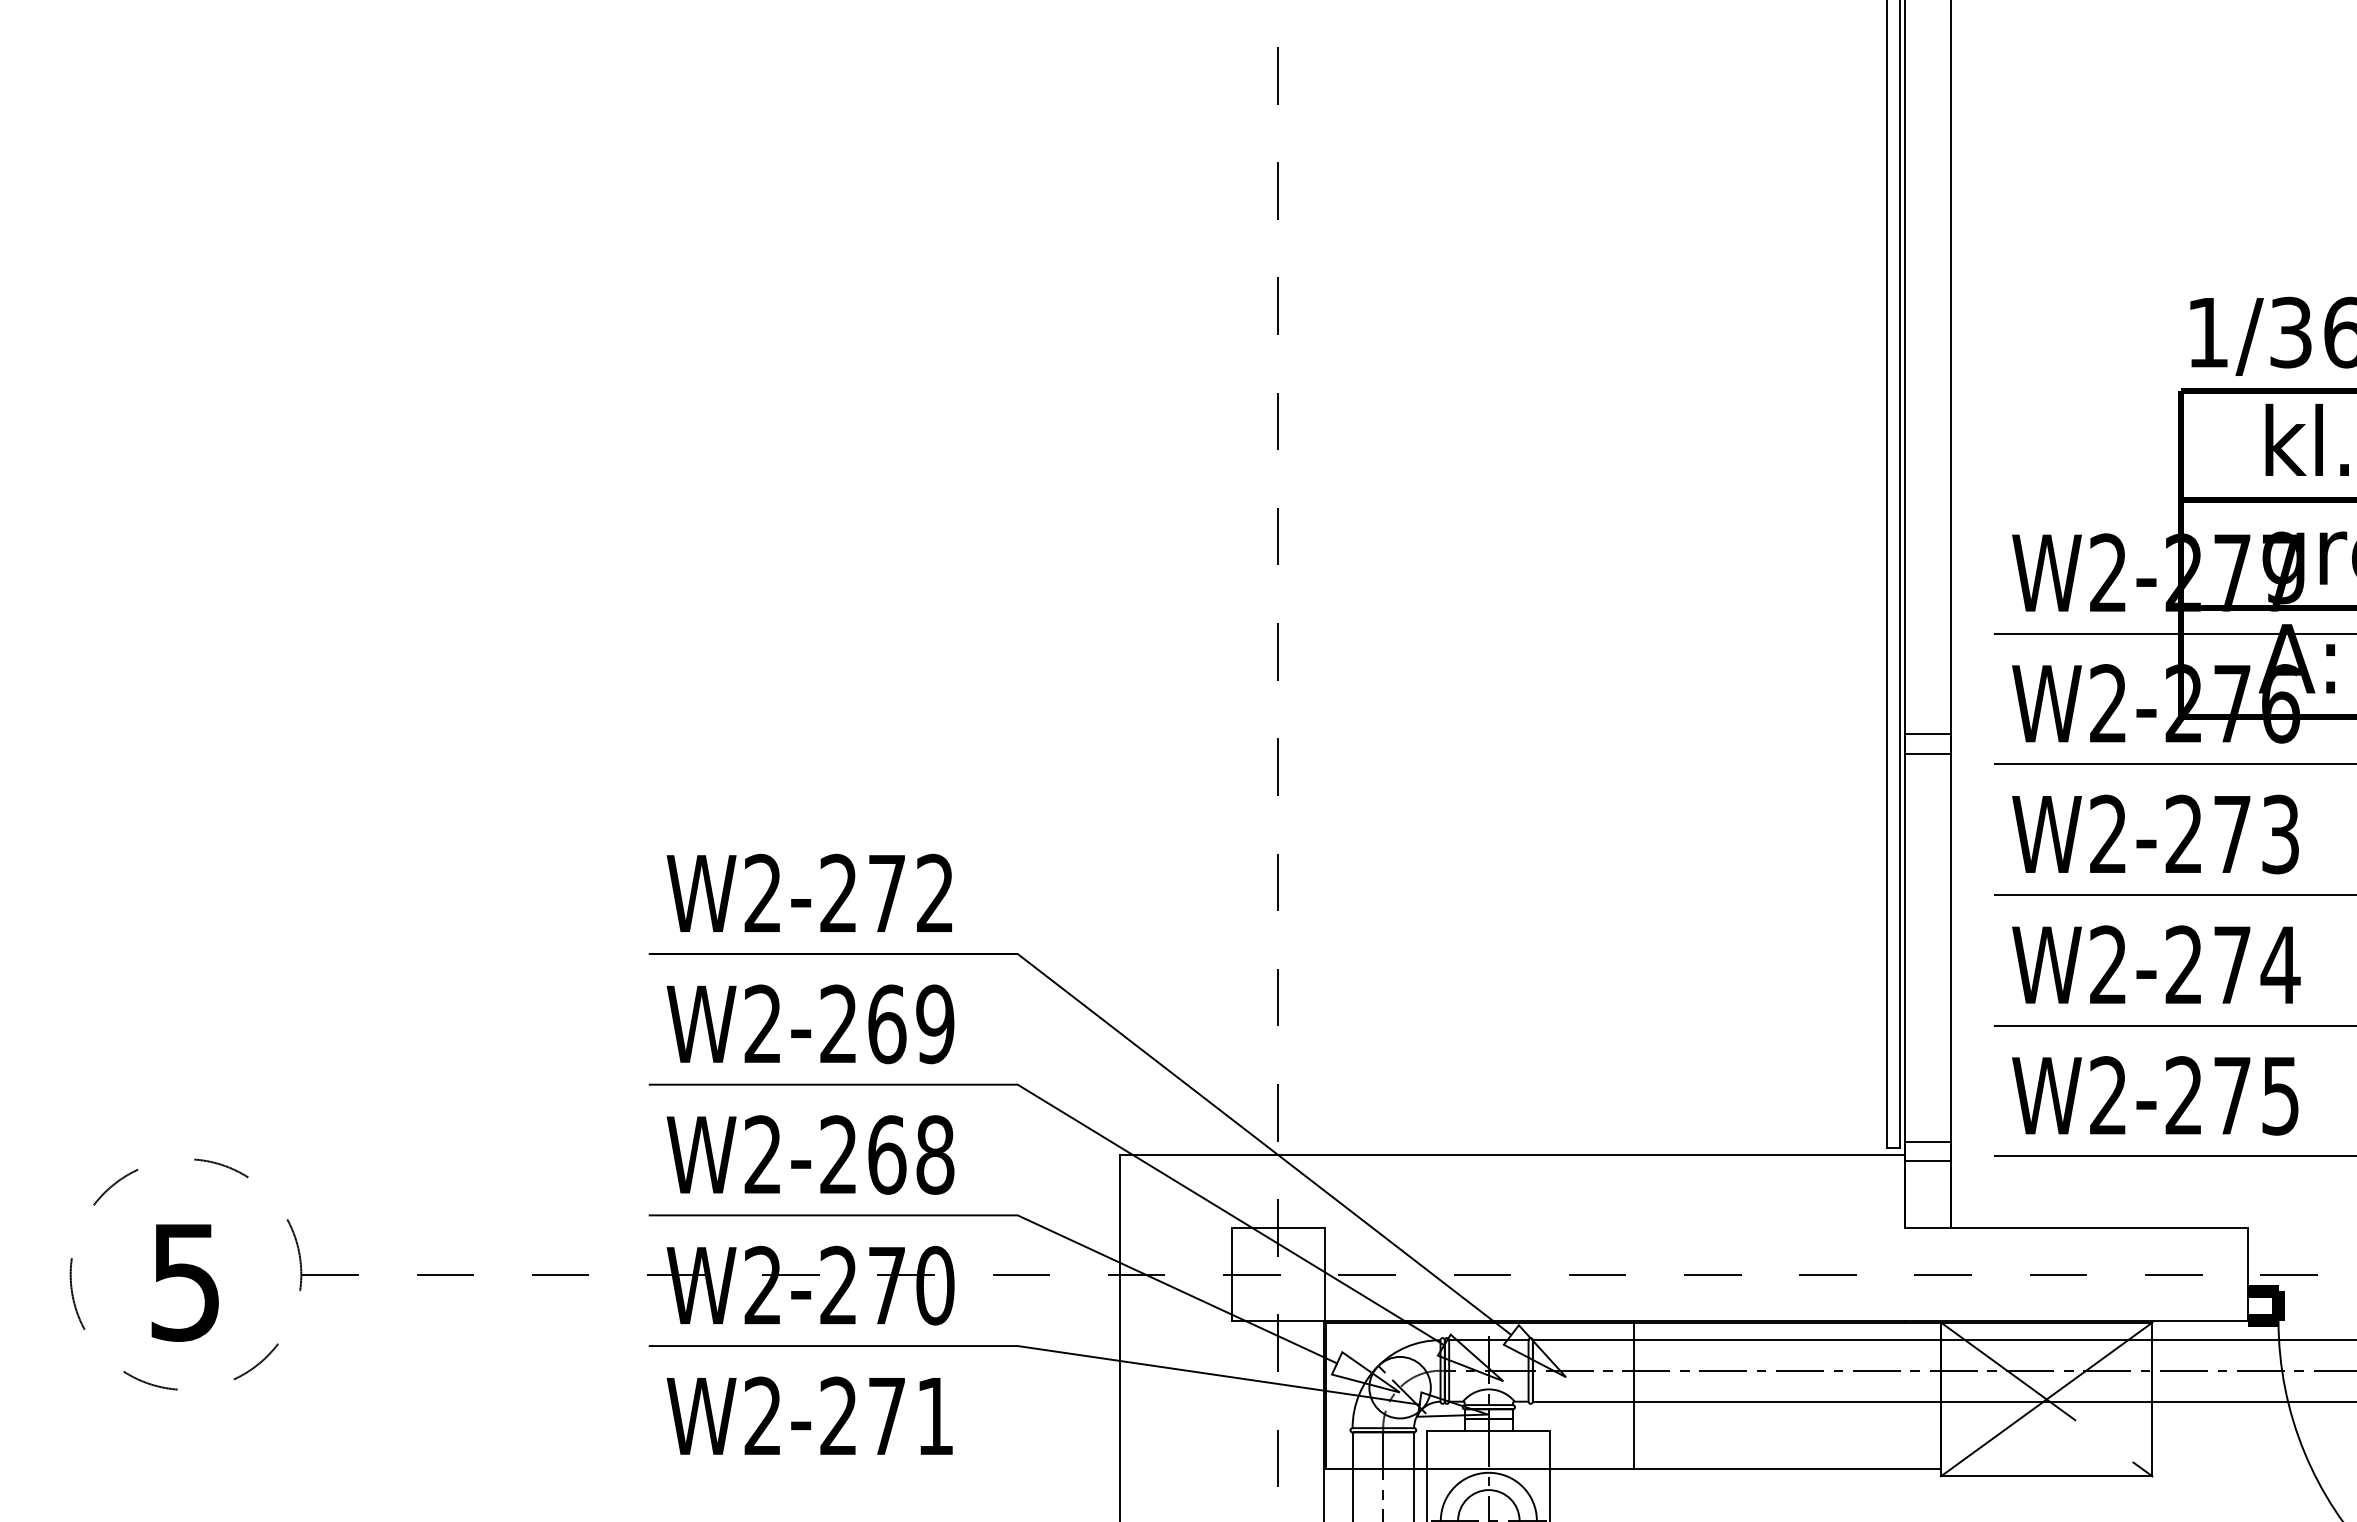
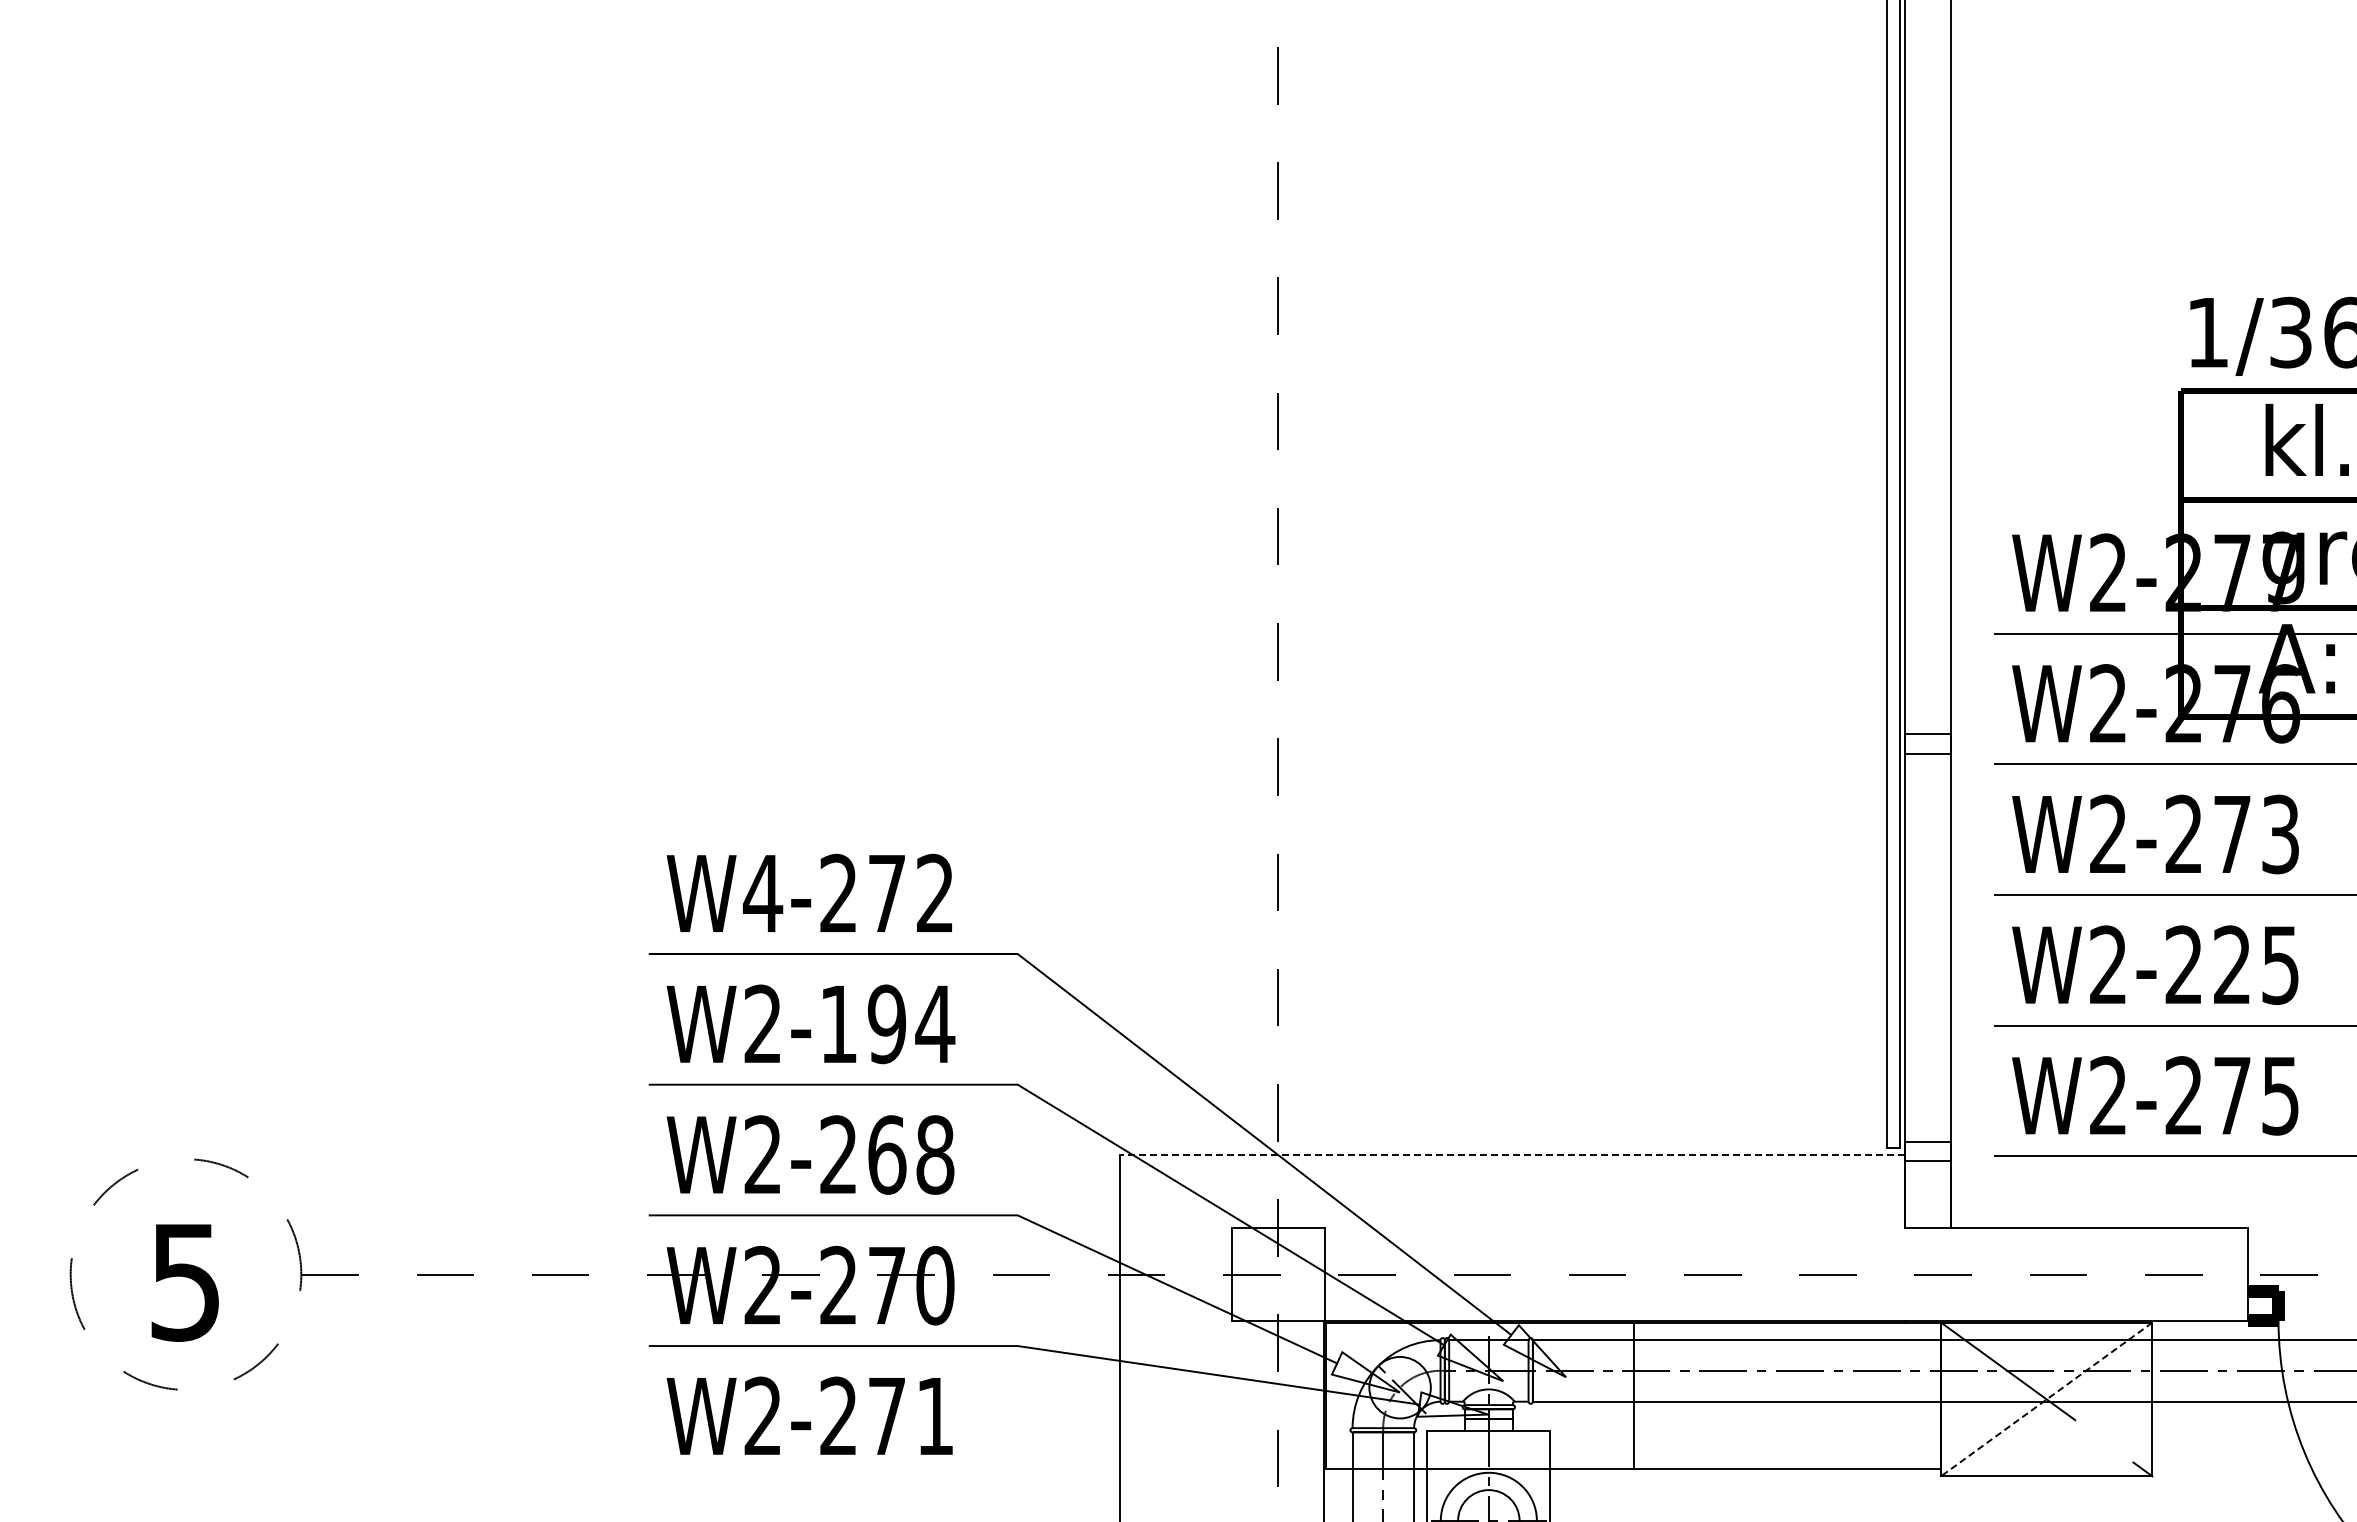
text at (762, 892): W2-272 -> W4-272
text at (2257, 964): W2-274 -> W2-225
text at (887, 1024): W2-269 -> W2-194
line at (1511, 1155): solid -> dashed
line at (2046, 1399): solid -> dashed
